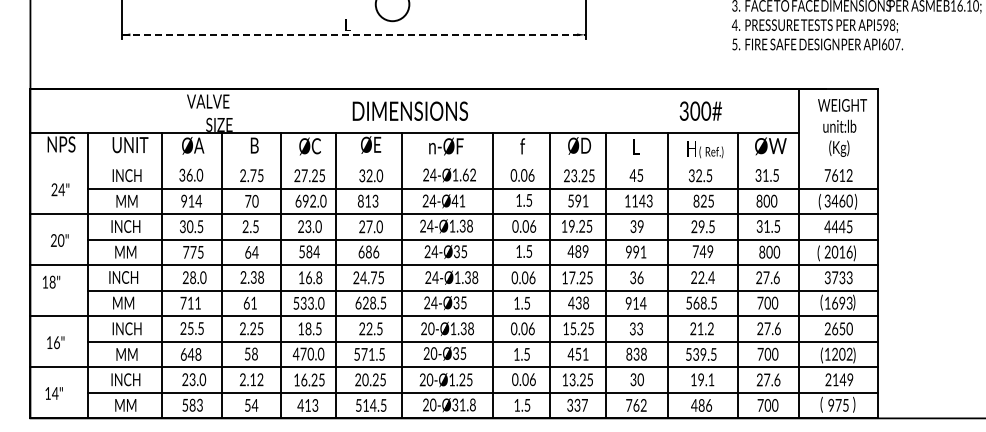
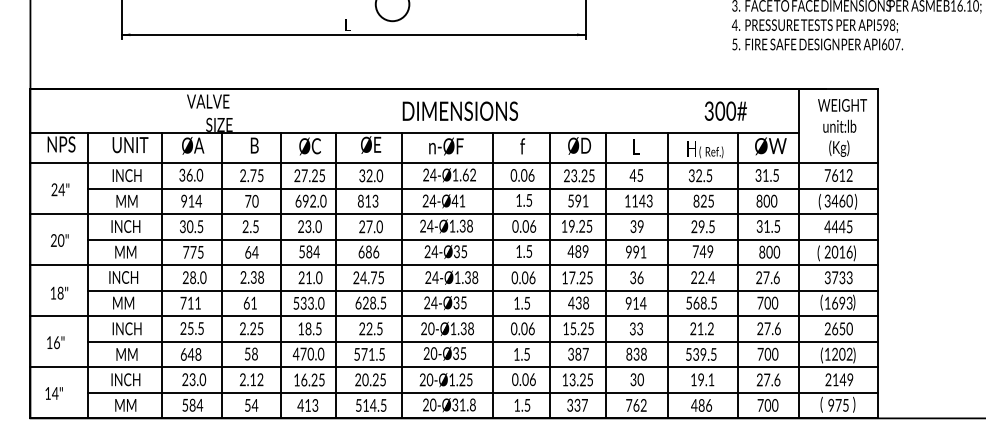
line at (353, 34): dashed -> solid
text at (409, 110) position: (409, 110) -> (459, 110)
text at (700, 110) position: (700, 110) -> (725, 110)
line at (454, 163): none -> present
text at (310, 277): 16.8 -> 21.0
text at (51, 281) position: (51, 281) -> (59, 292)
text at (577, 353): 451 -> 387
text at (199, 404): 583 -> 584
